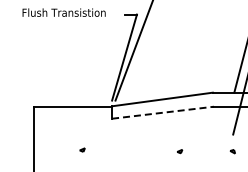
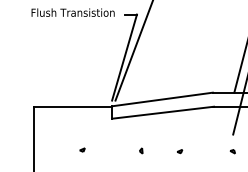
text at (63, 12) position: (63, 12) -> (72, 12)
line at (163, 112): dashed -> solid
part at (141, 150): none -> present
